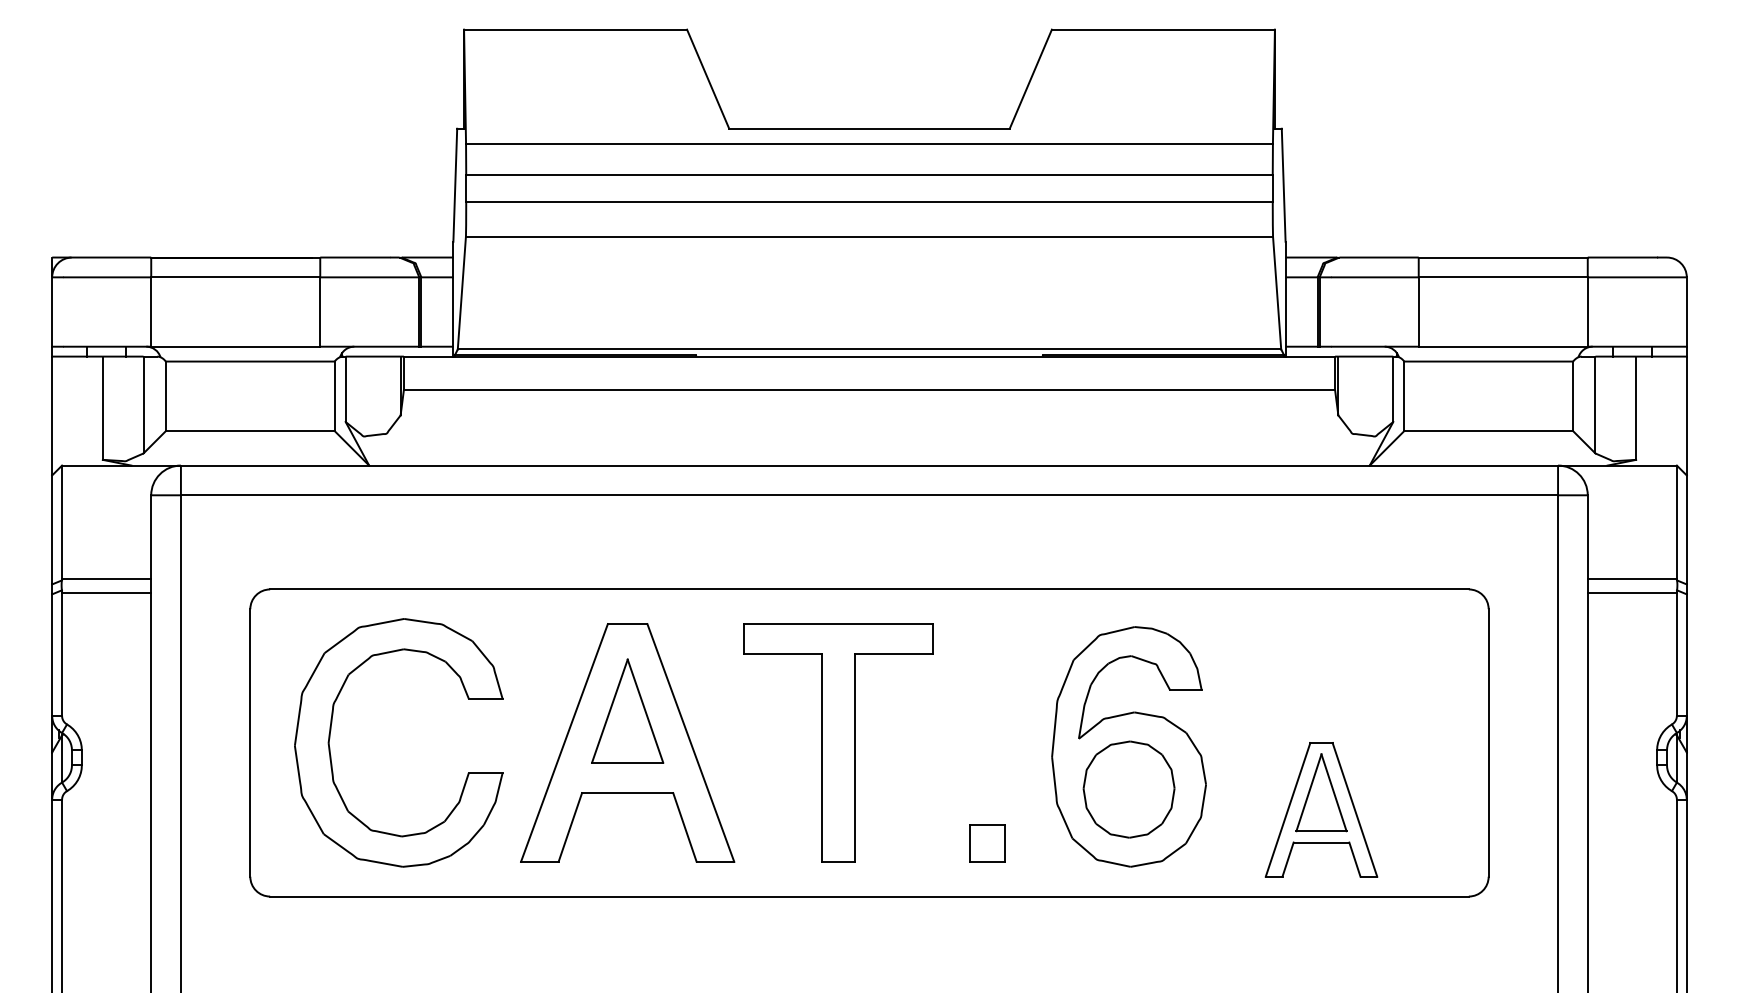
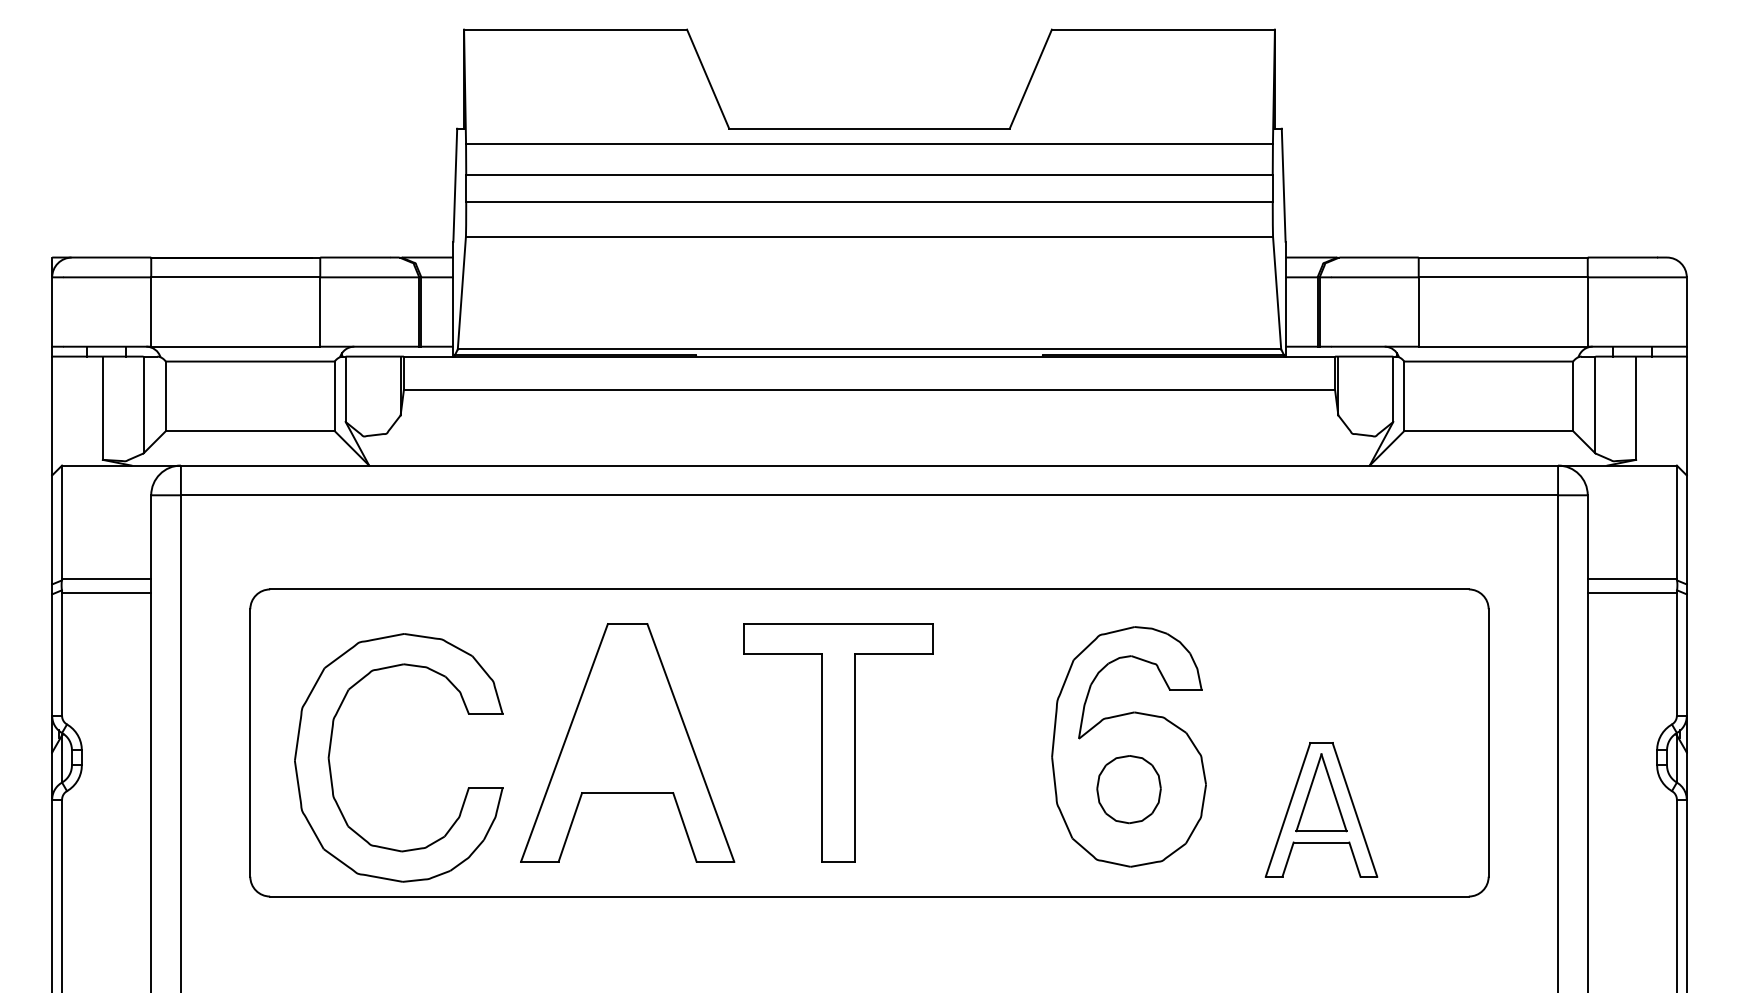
part at (627, 710): present -> none
part at (331, 730) position: (331, 730) -> (331, 745)
part at (1128, 789) size: 94x99 px -> 66x70 px
part at (987, 843): present -> none
